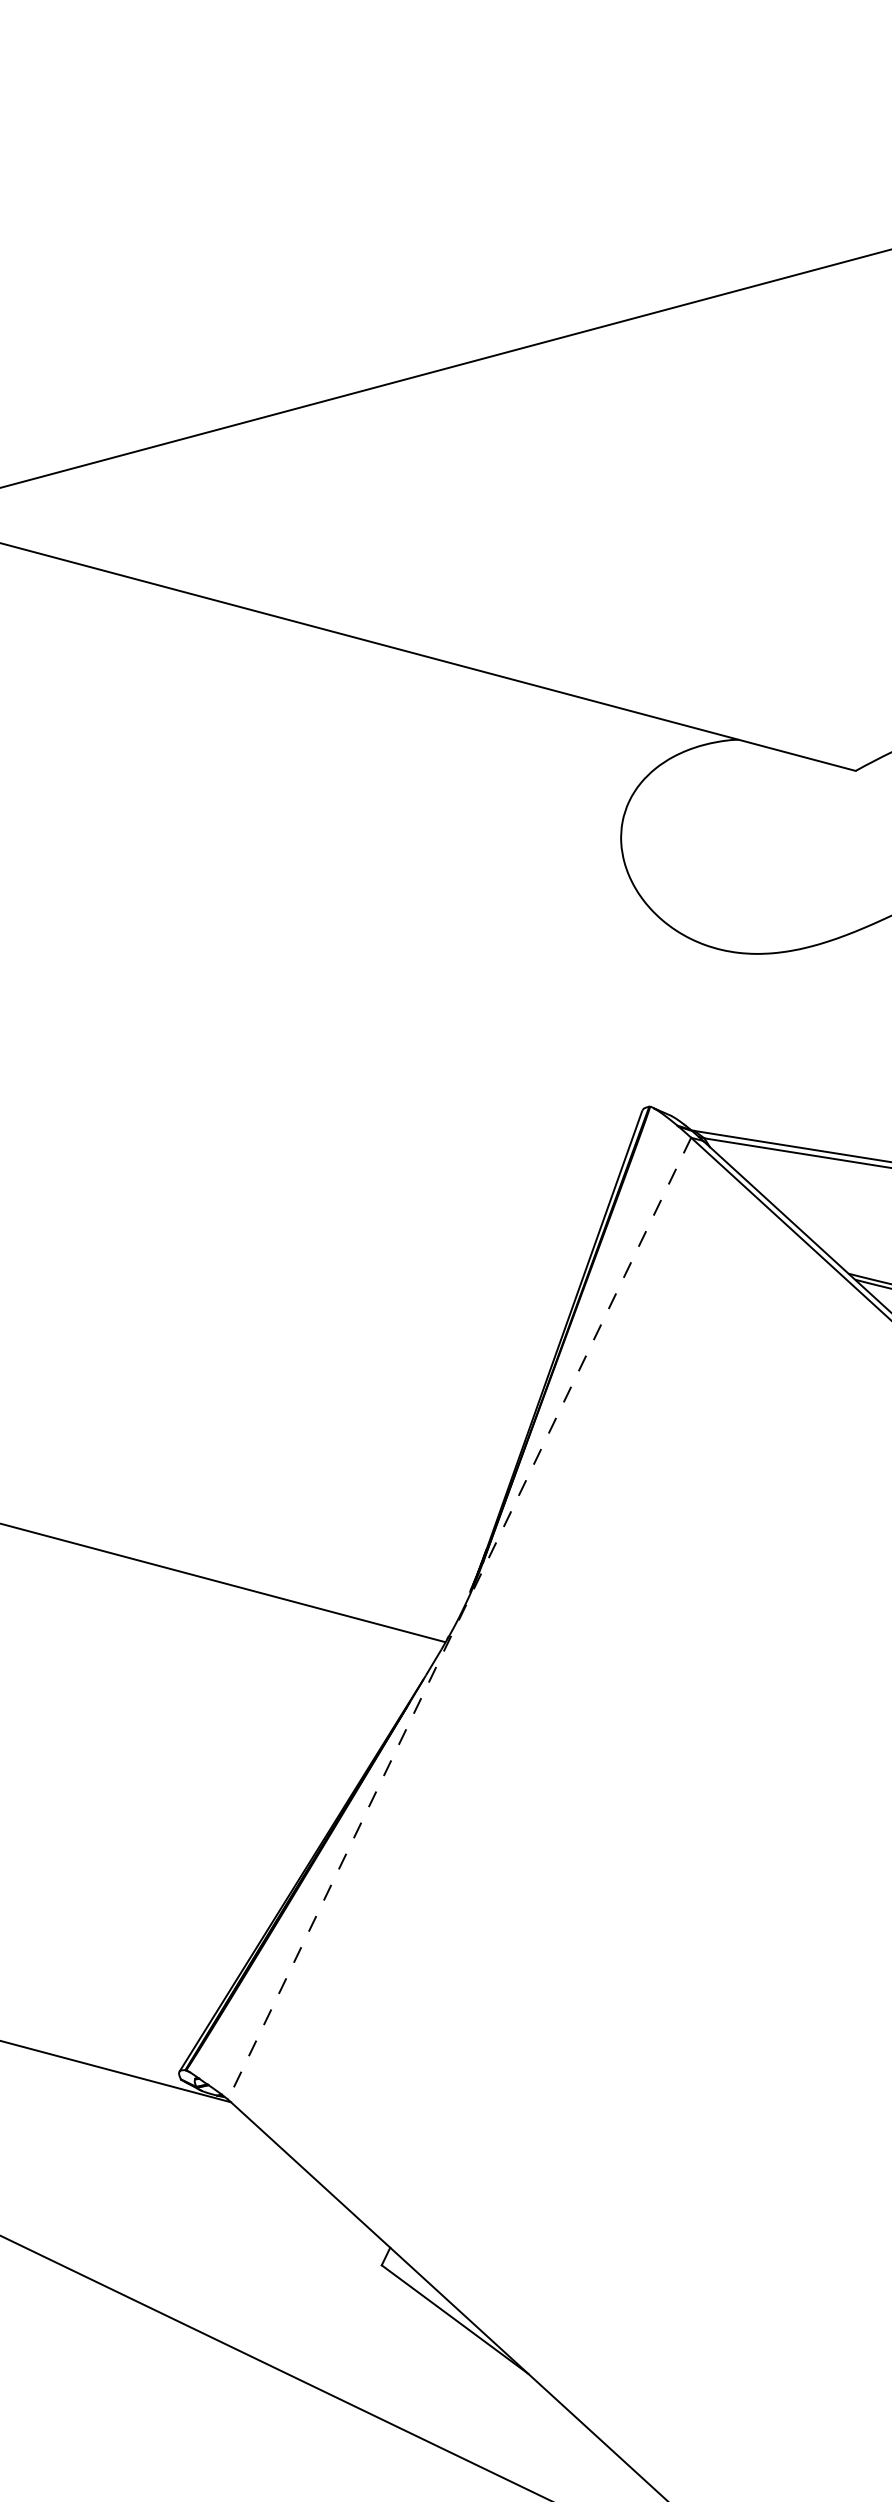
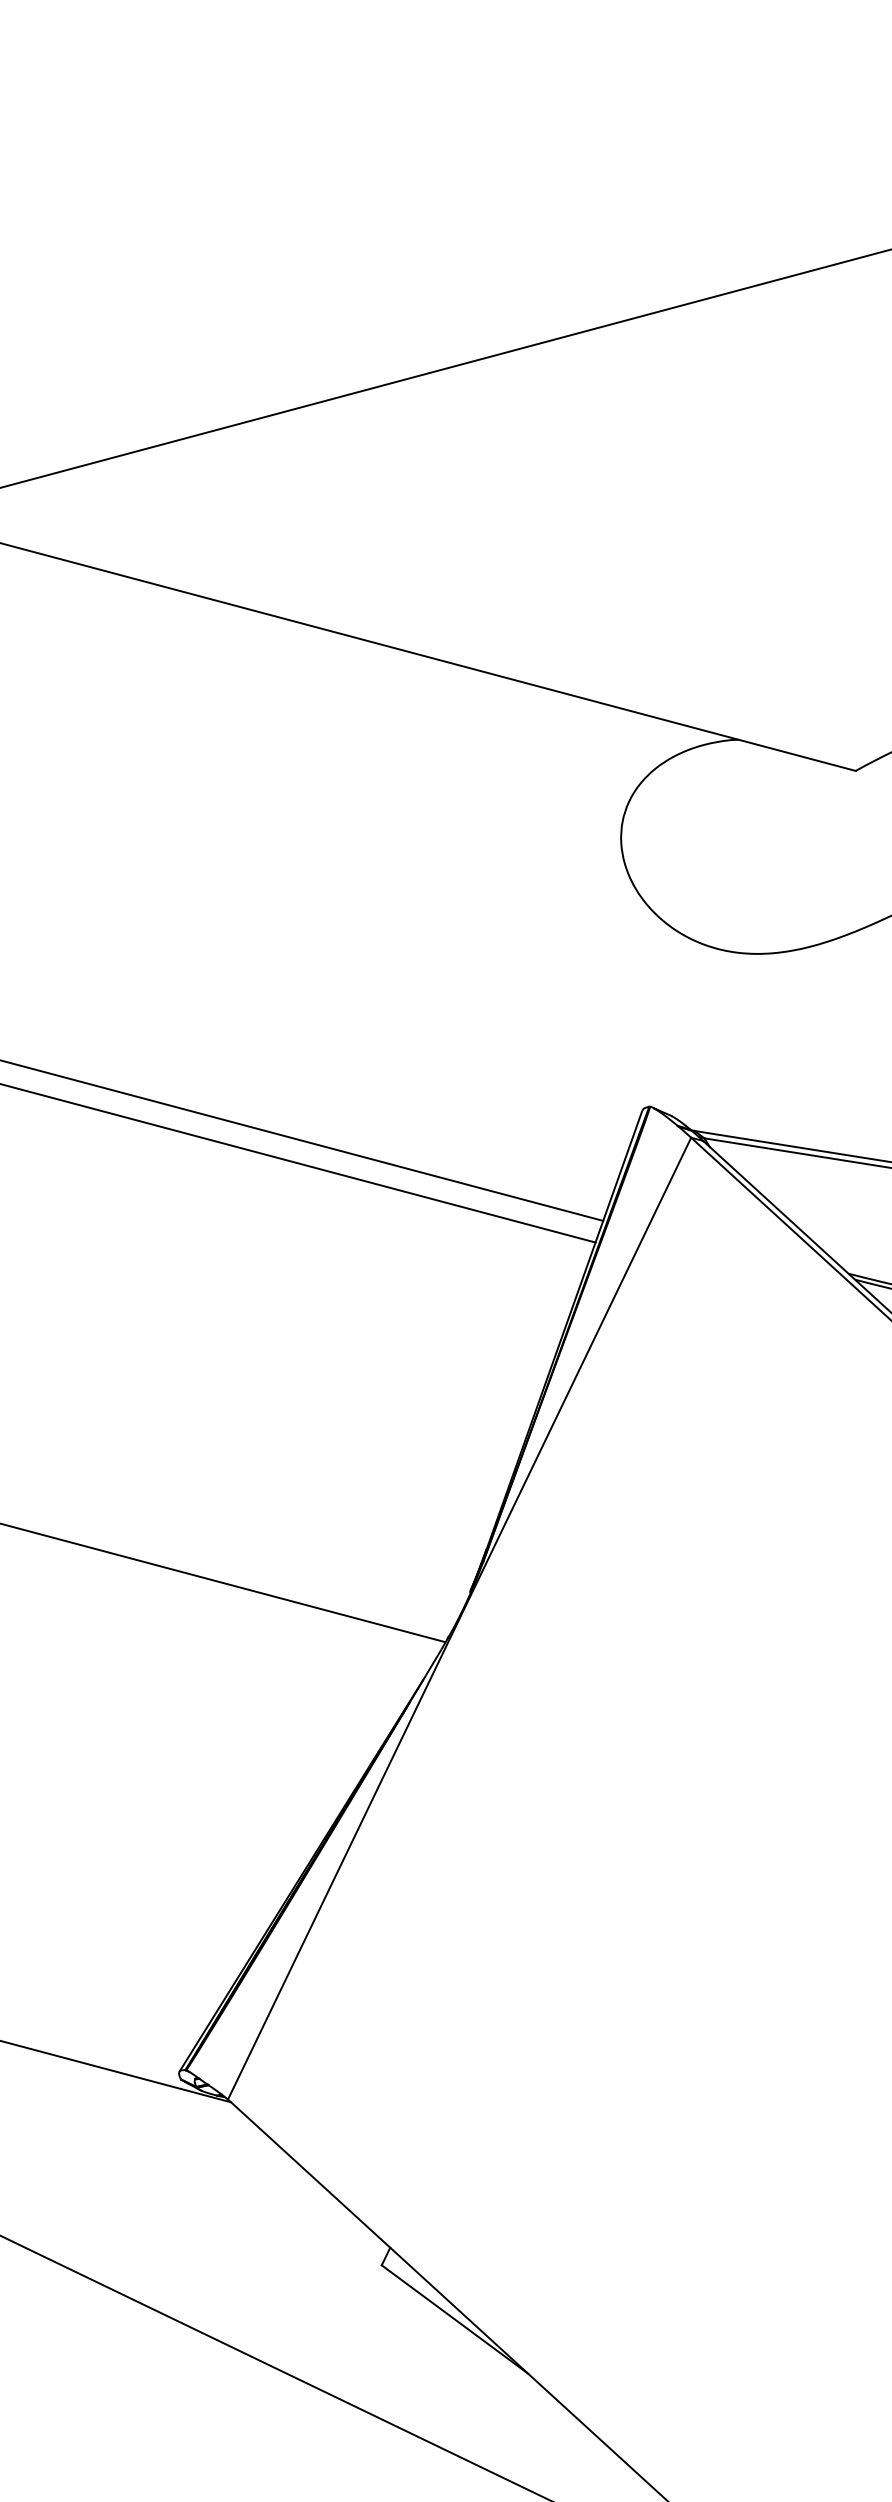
line at (302, 1140): none -> present
line at (298, 1163): none -> present
line at (459, 1618): dashed -> solid
